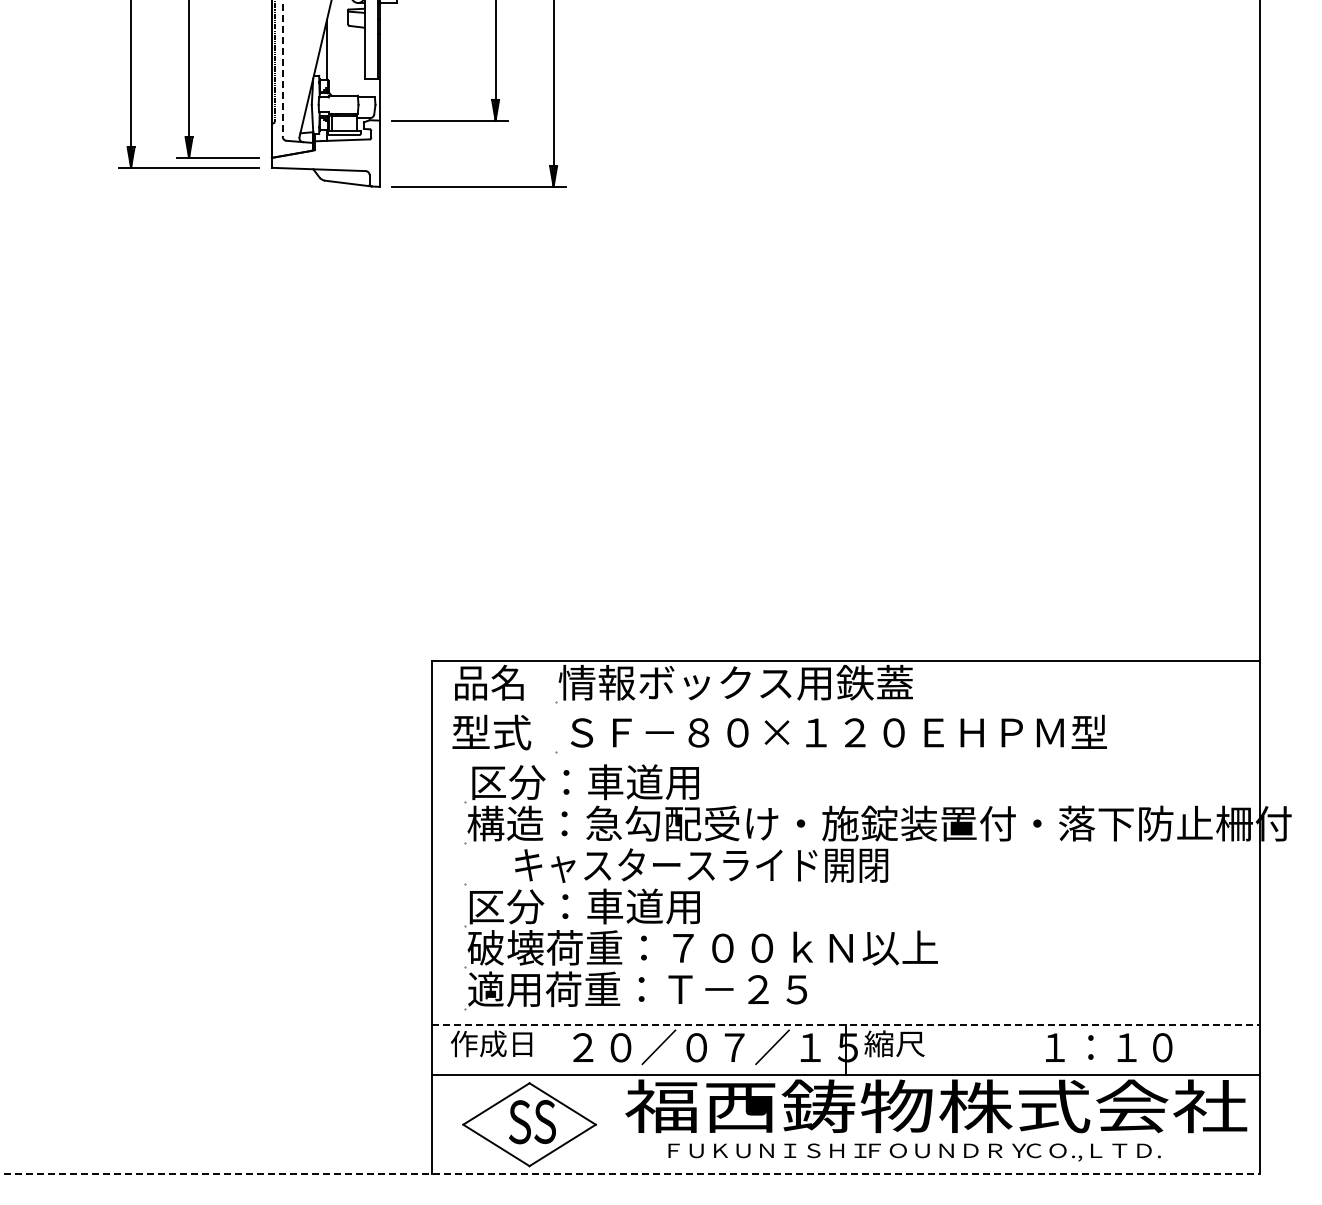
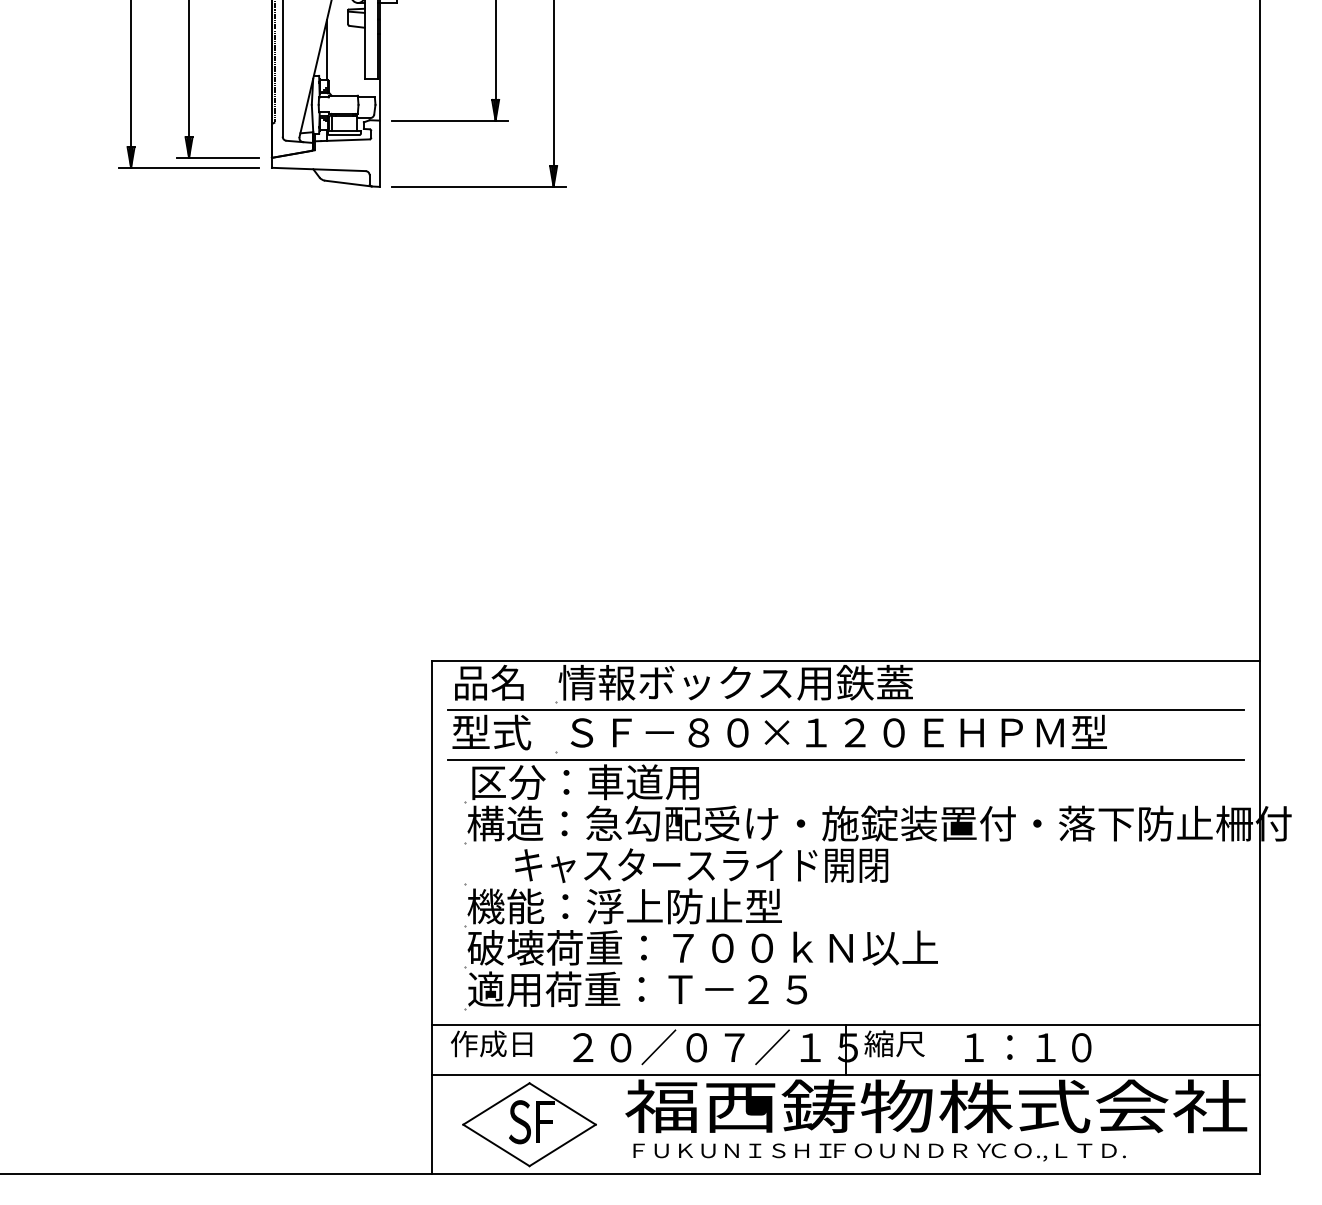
line at (282, 68): dashed -> solid
line at (845, 710): none -> present
line at (845, 760): none -> present
text at (624, 906): 区分：車道用 -> 機能：浮上防止型
line at (846, 1025): dashed -> solid
text at (1109, 1047) position: (1109, 1047) -> (1028, 1047)
text at (544, 1121): S -> F
text at (914, 1152) position: (914, 1152) -> (879, 1152)
line at (630, 1174): dashed -> solid
